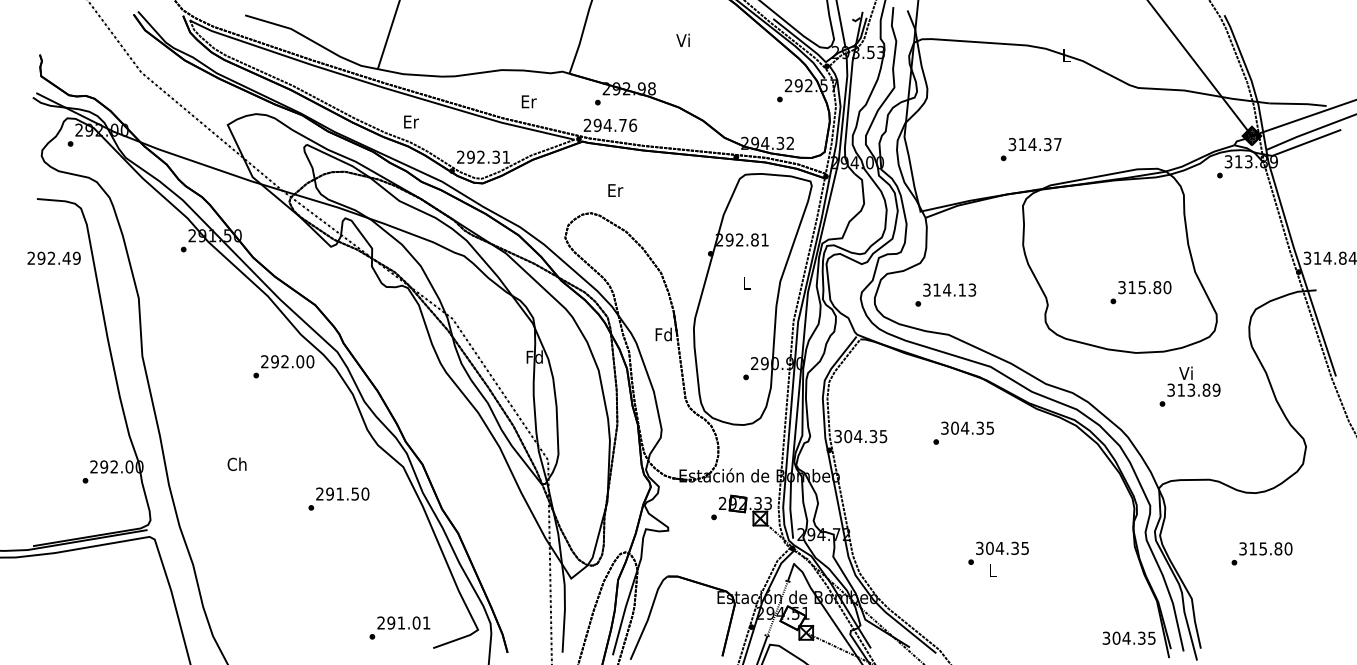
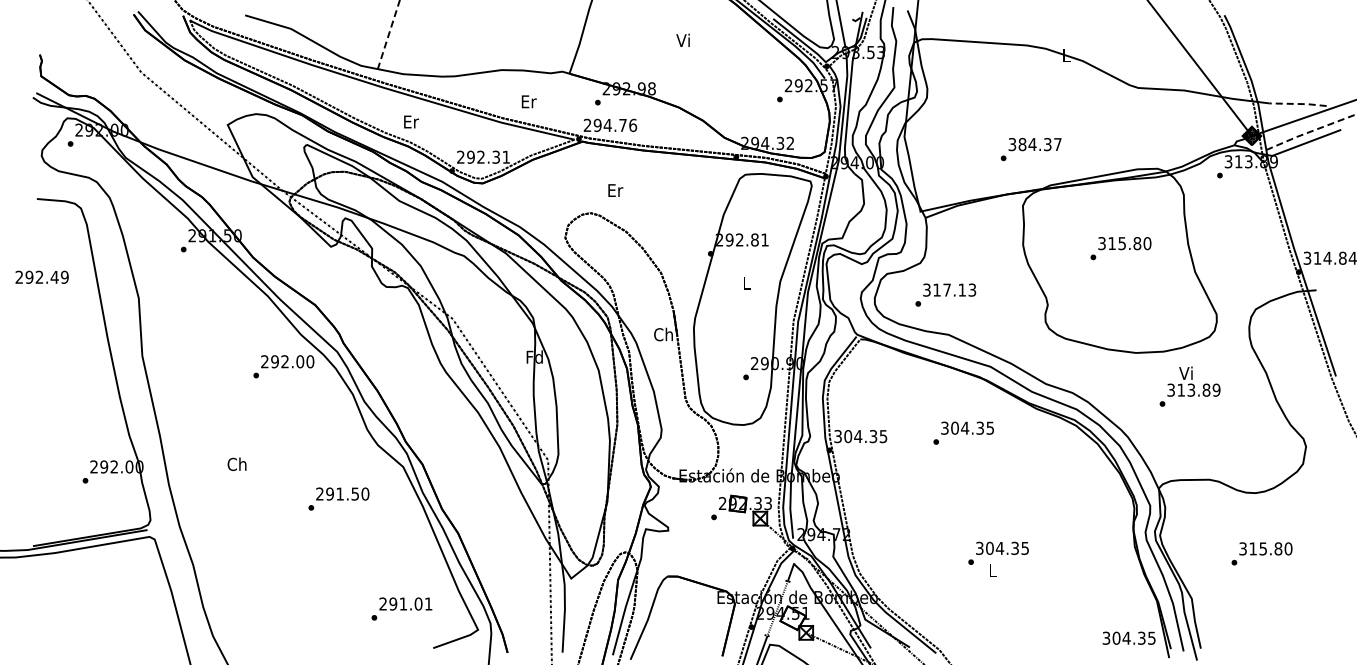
line at (388, 34): solid -> dashed
line at (1298, 104): solid -> dashed
line at (1310, 131): solid -> dashed
text at (1022, 144): 314.37 -> 384.37
text at (53, 257) position: (53, 257) -> (41, 276)
text at (947, 289): 314.13 -> 317.13
text at (1140, 292) position: (1140, 292) -> (1120, 248)
text at (663, 334): Fd -> Ch
text at (399, 627) position: (399, 627) -> (401, 608)
